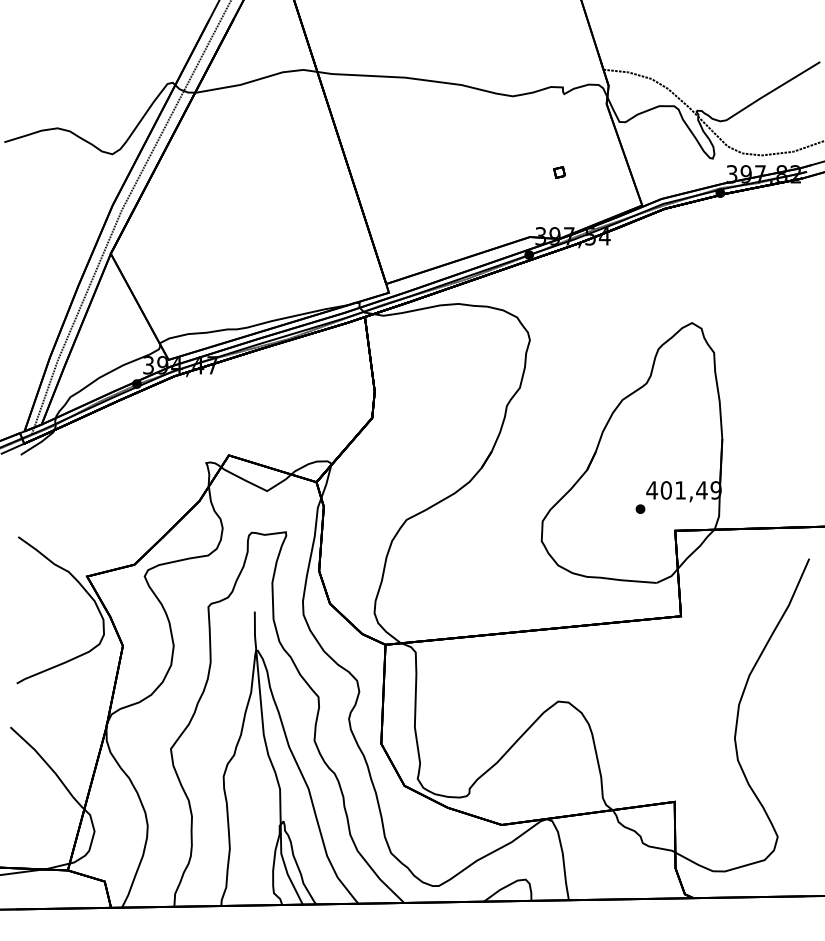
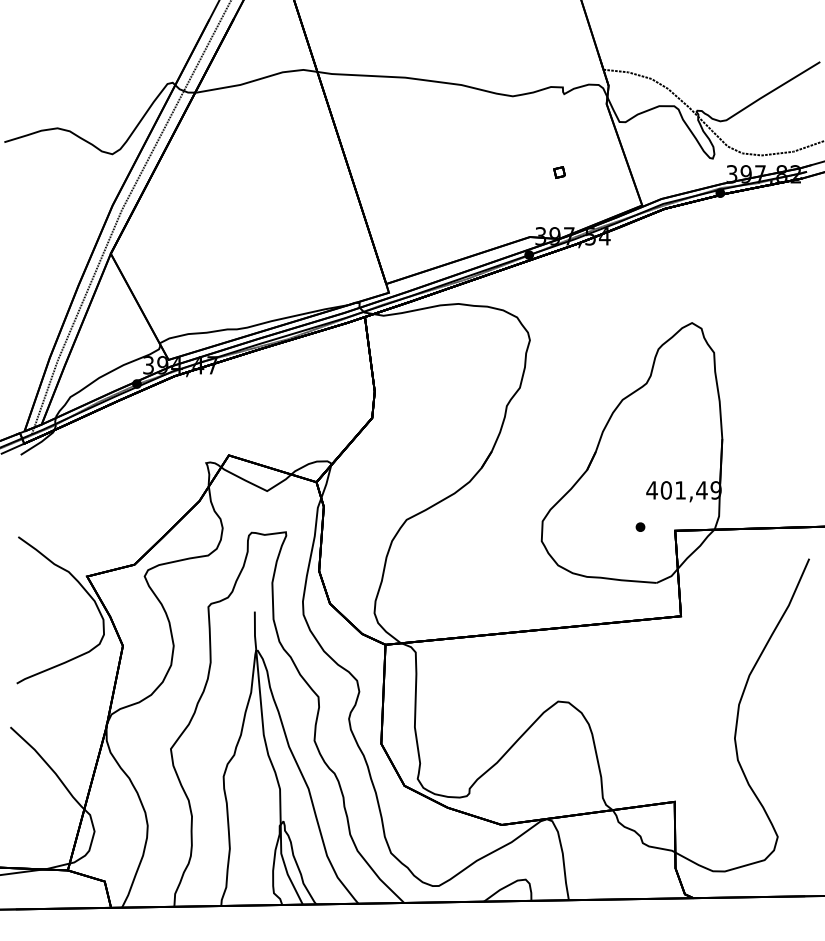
part at (640, 508) position: (640, 508) -> (640, 526)
